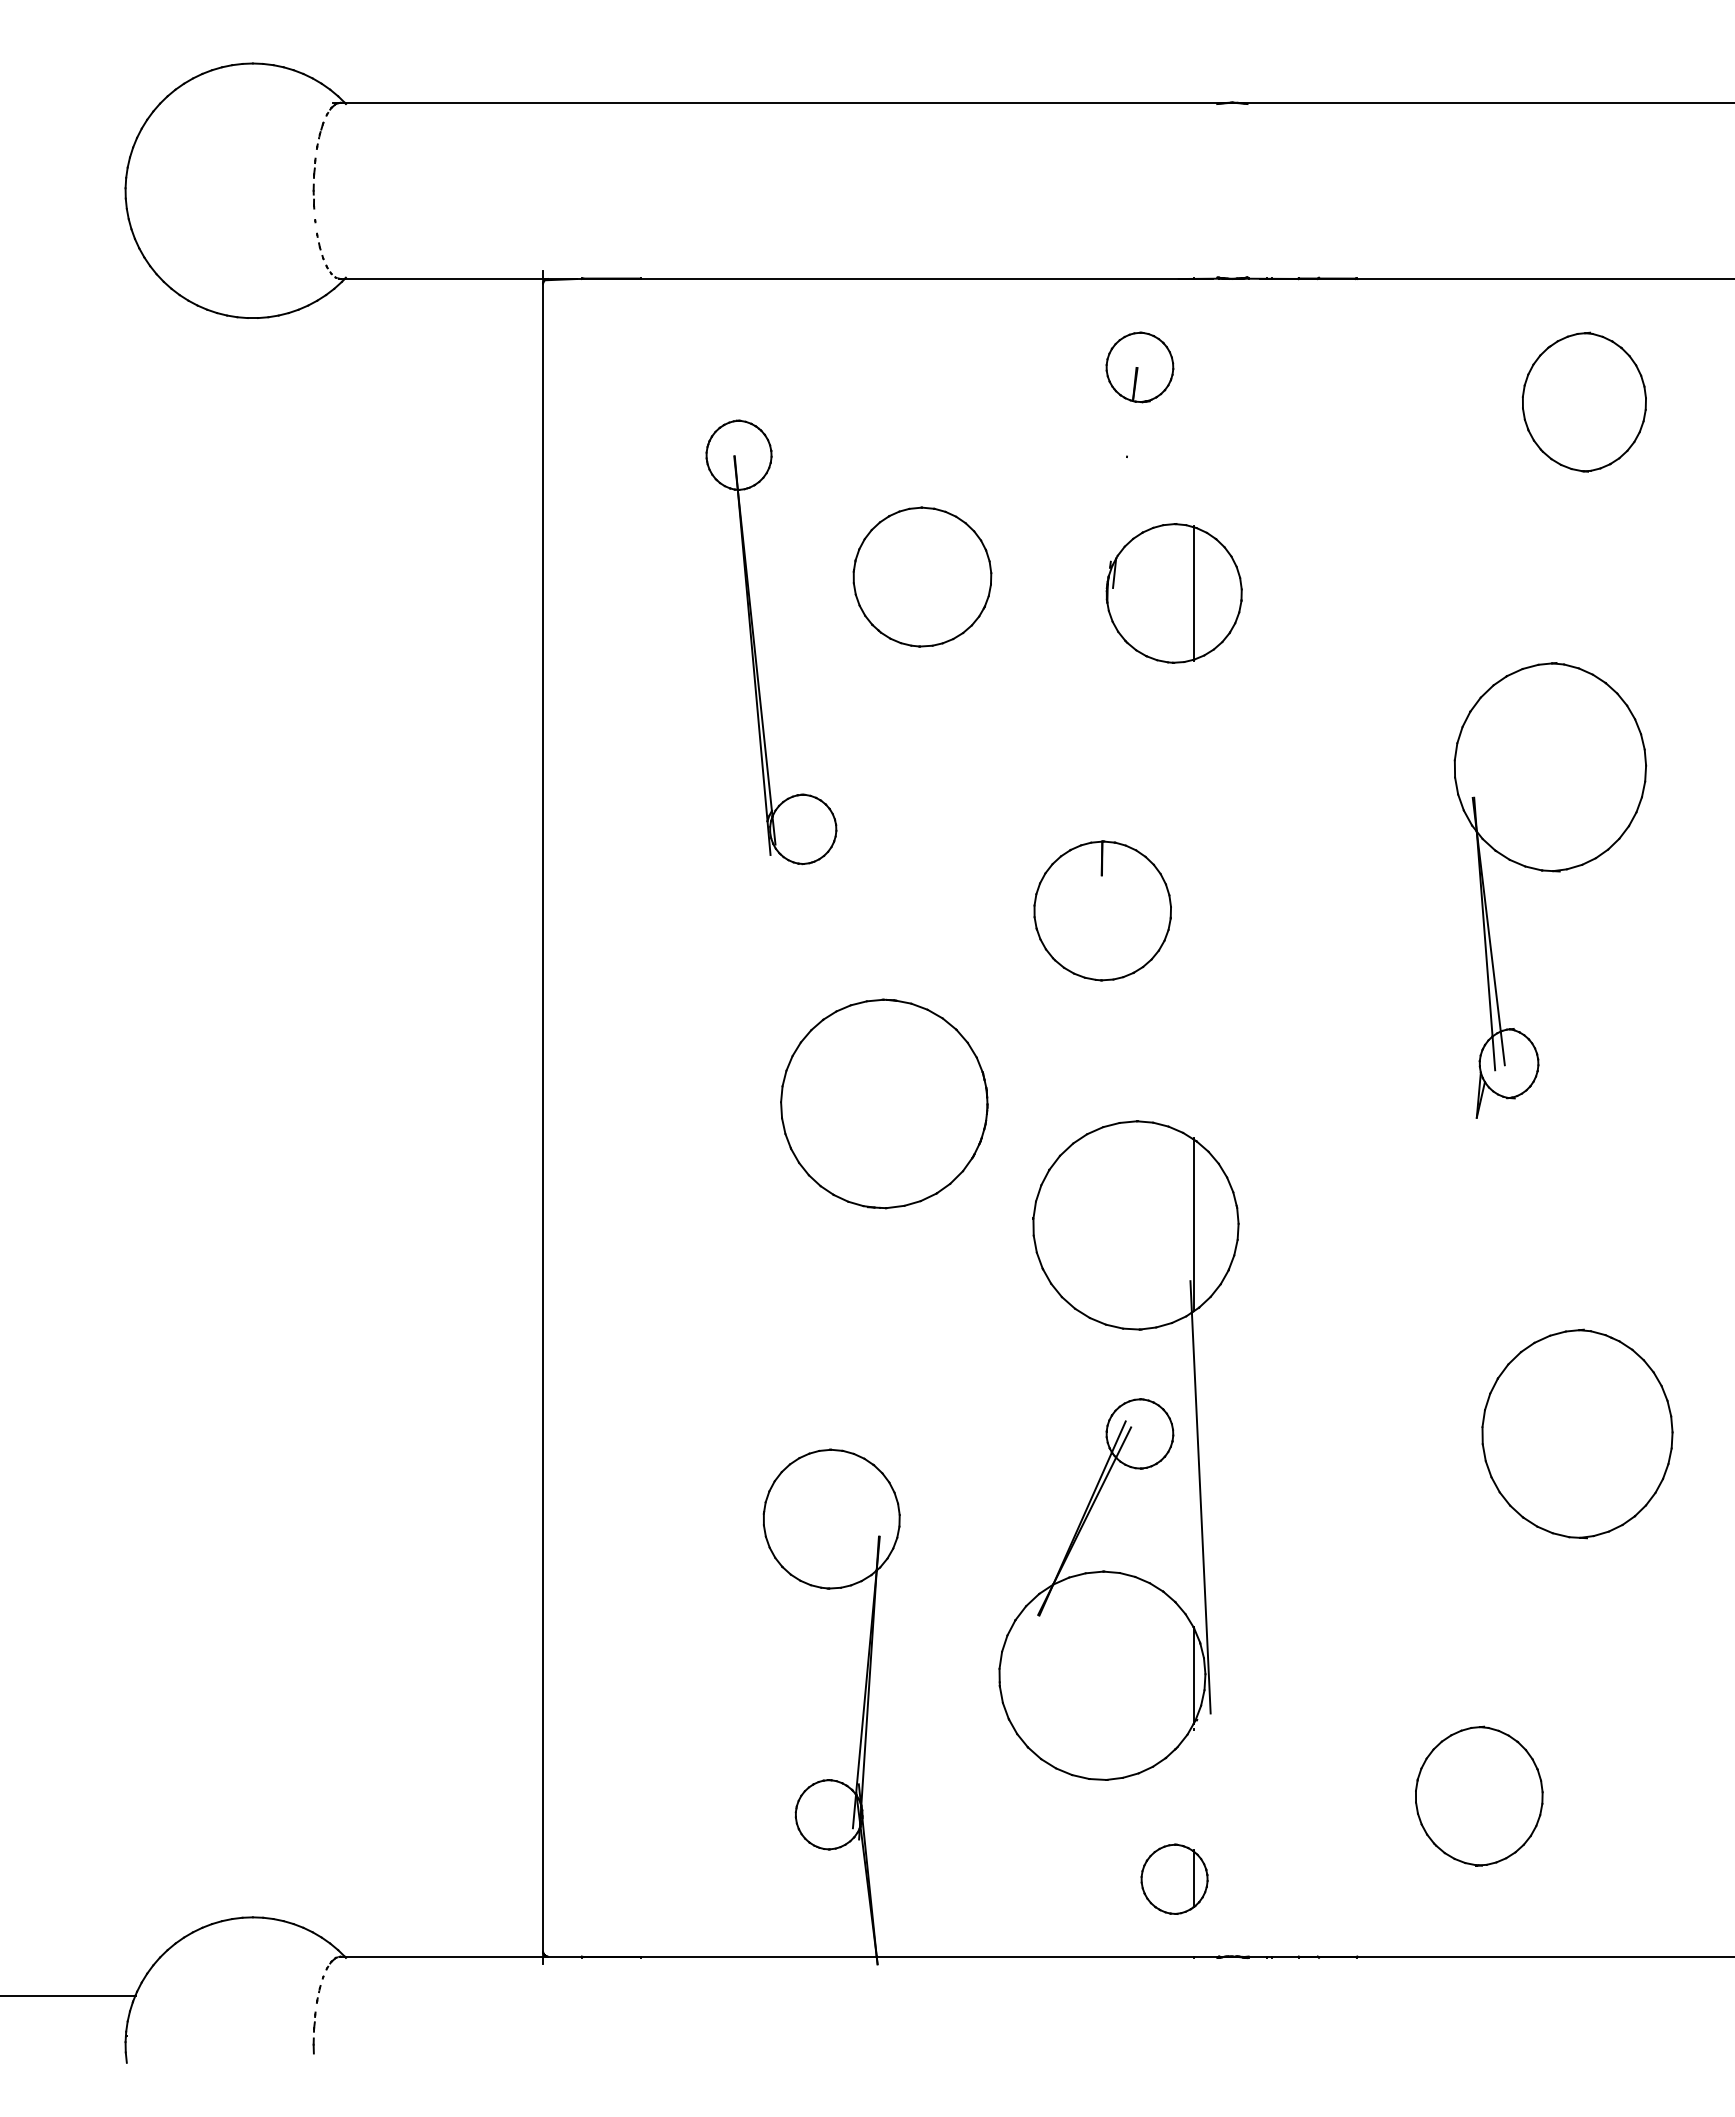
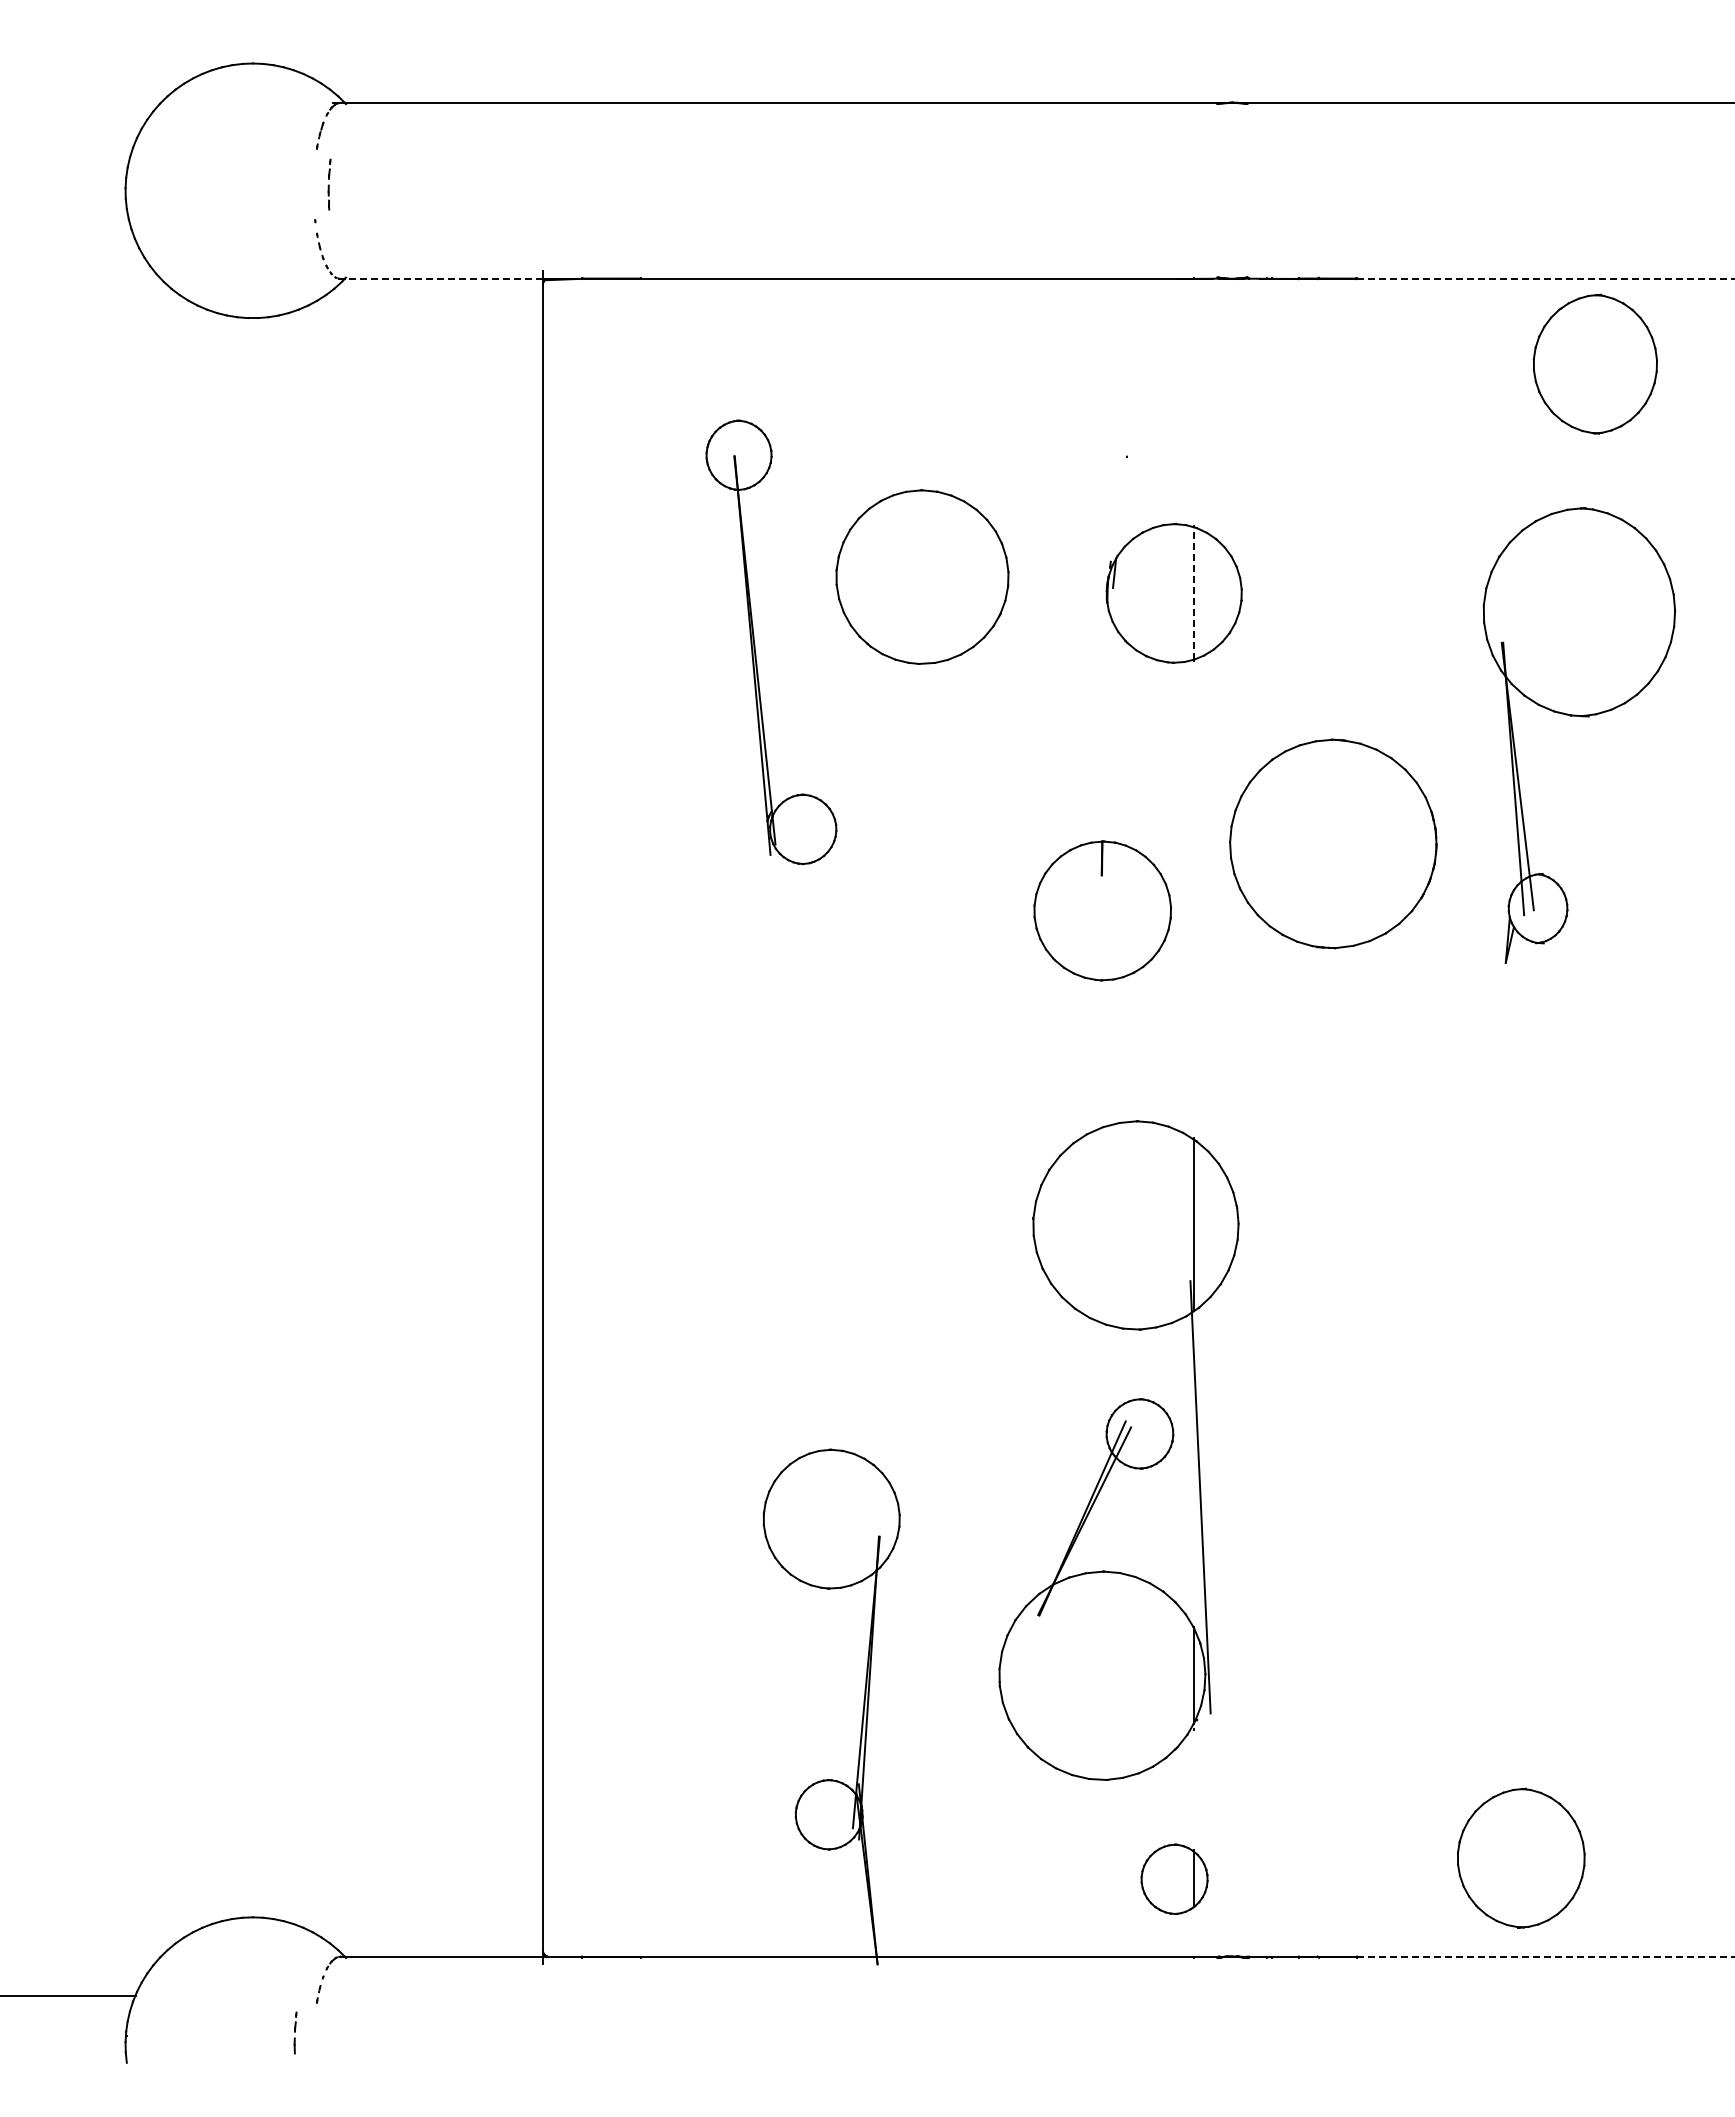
part at (314, 183) position: (314, 183) -> (329, 184)
line at (443, 279): solid -> dashed
line at (1546, 279): solid -> dashed
part at (1139, 367): present -> none
part at (1583, 401) position: (1583, 401) -> (1594, 363)
part at (922, 576) size: 141x142 px -> 175x176 px
line at (1193, 593): solid -> dashed
part at (1552, 872) position: (1552, 872) -> (1581, 717)
part at (884, 1103) position: (884, 1103) -> (1333, 843)
part at (1577, 1433): present -> none
part at (1479, 1795) position: (1479, 1795) -> (1521, 1857)
line at (1546, 1956): solid -> dashed
part at (314, 2032) position: (314, 2032) -> (295, 2032)
